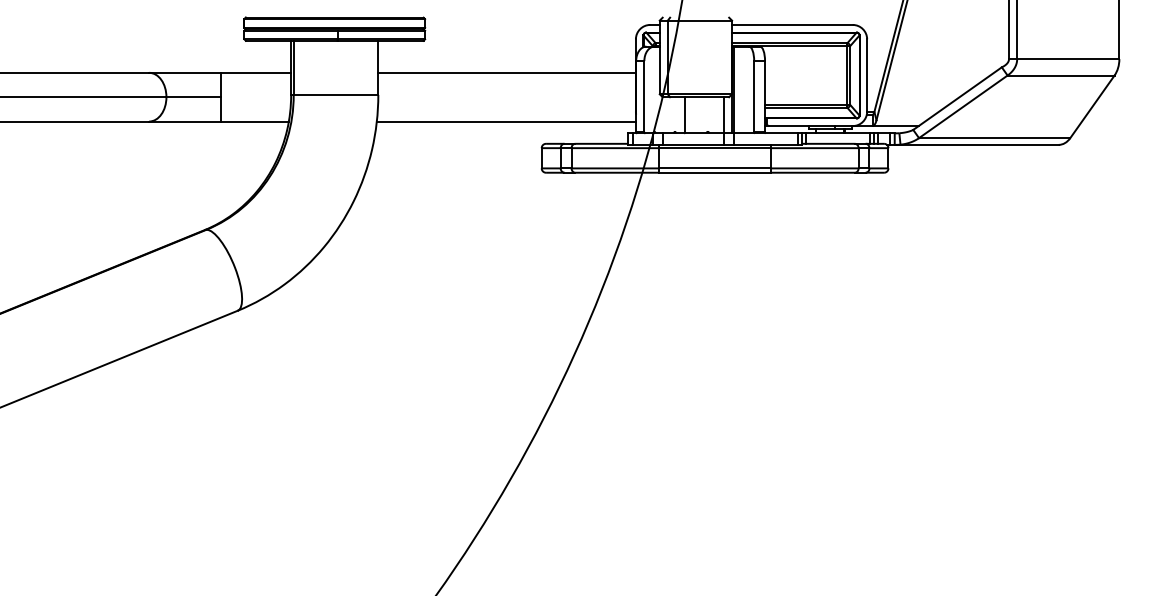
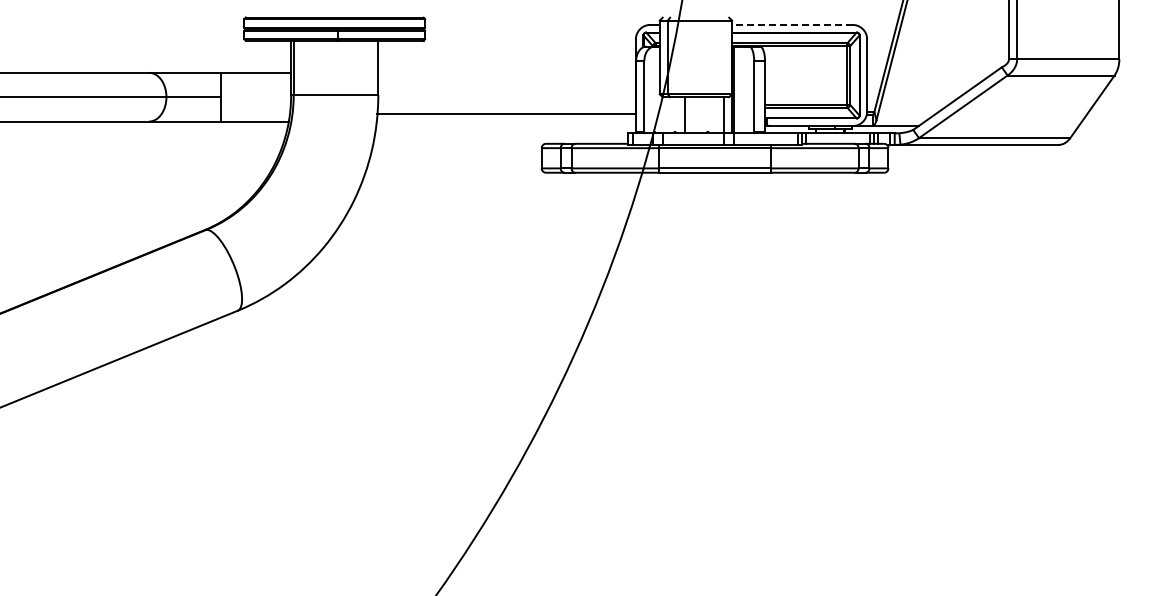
line at (791, 24): solid -> dashed
line at (506, 72): present -> none
line at (506, 121) position: (506, 121) -> (506, 113)
